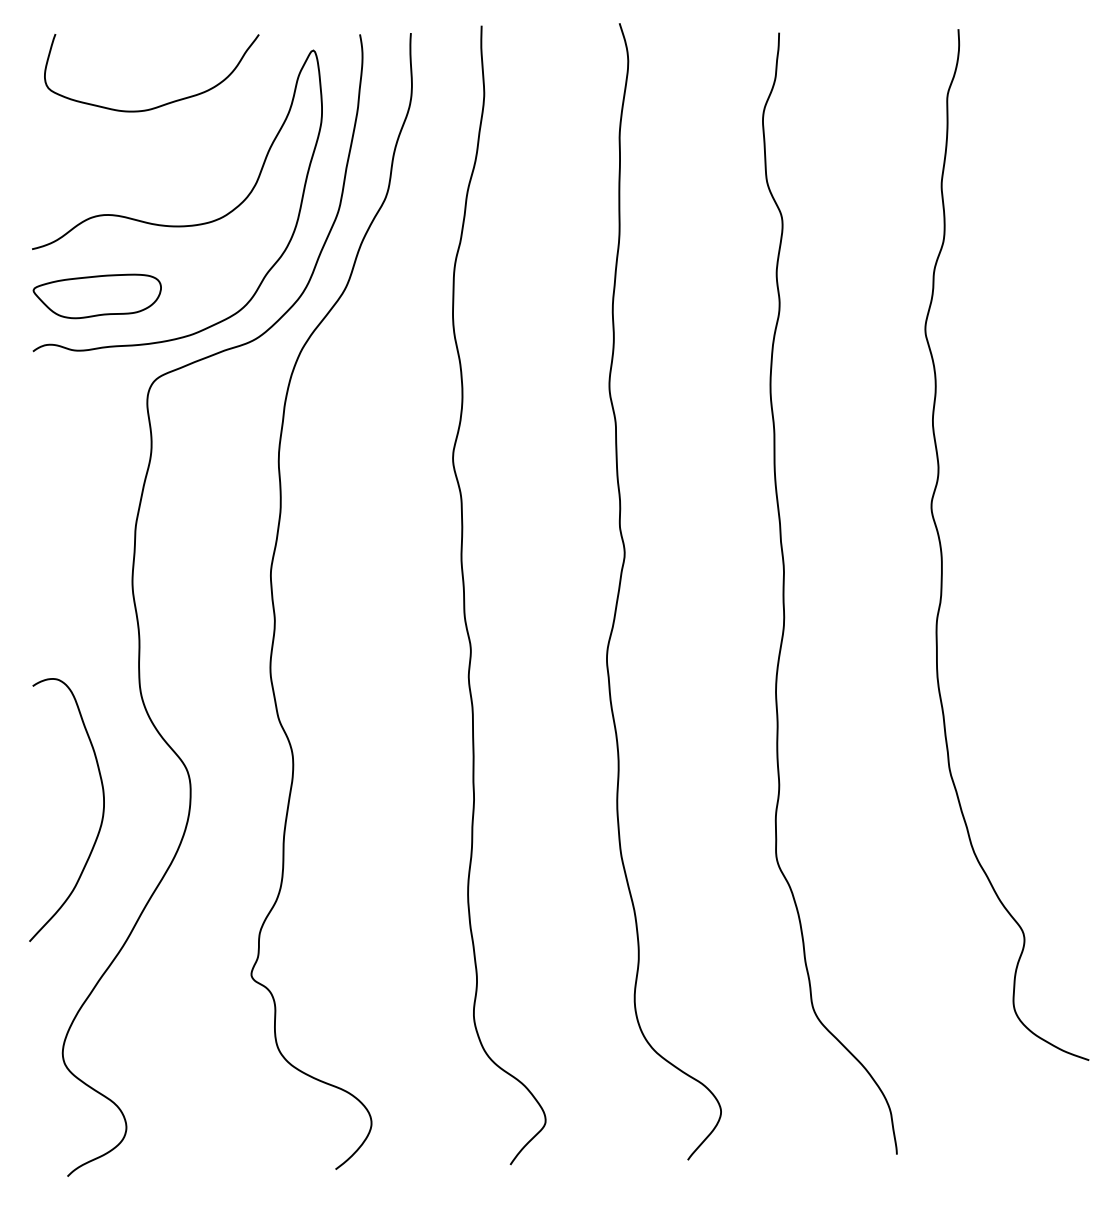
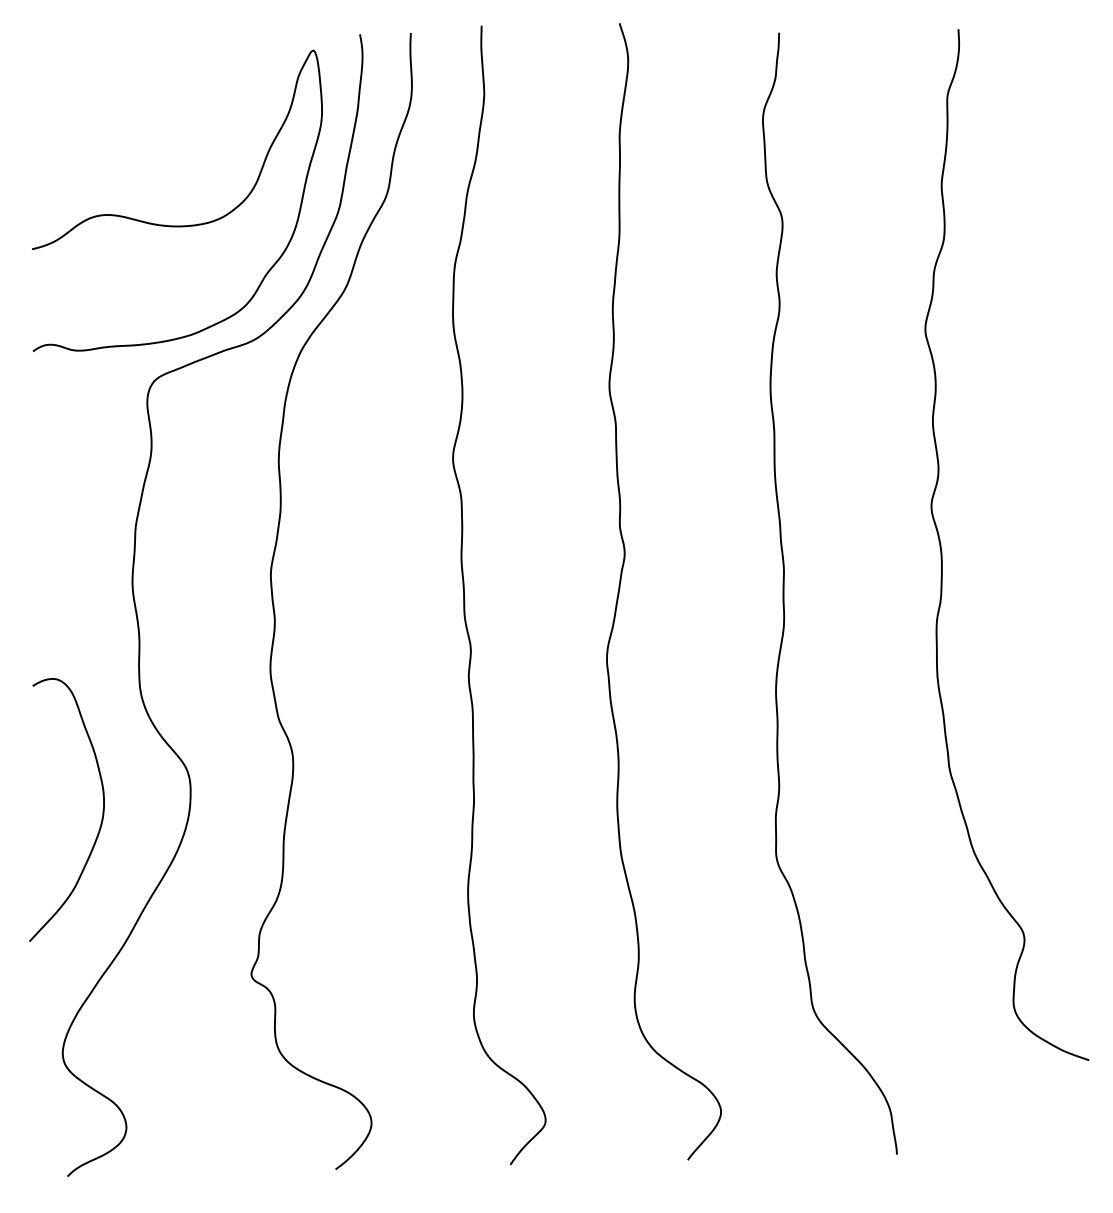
curve at (164, 103): present -> none
part at (96, 296): present -> none
